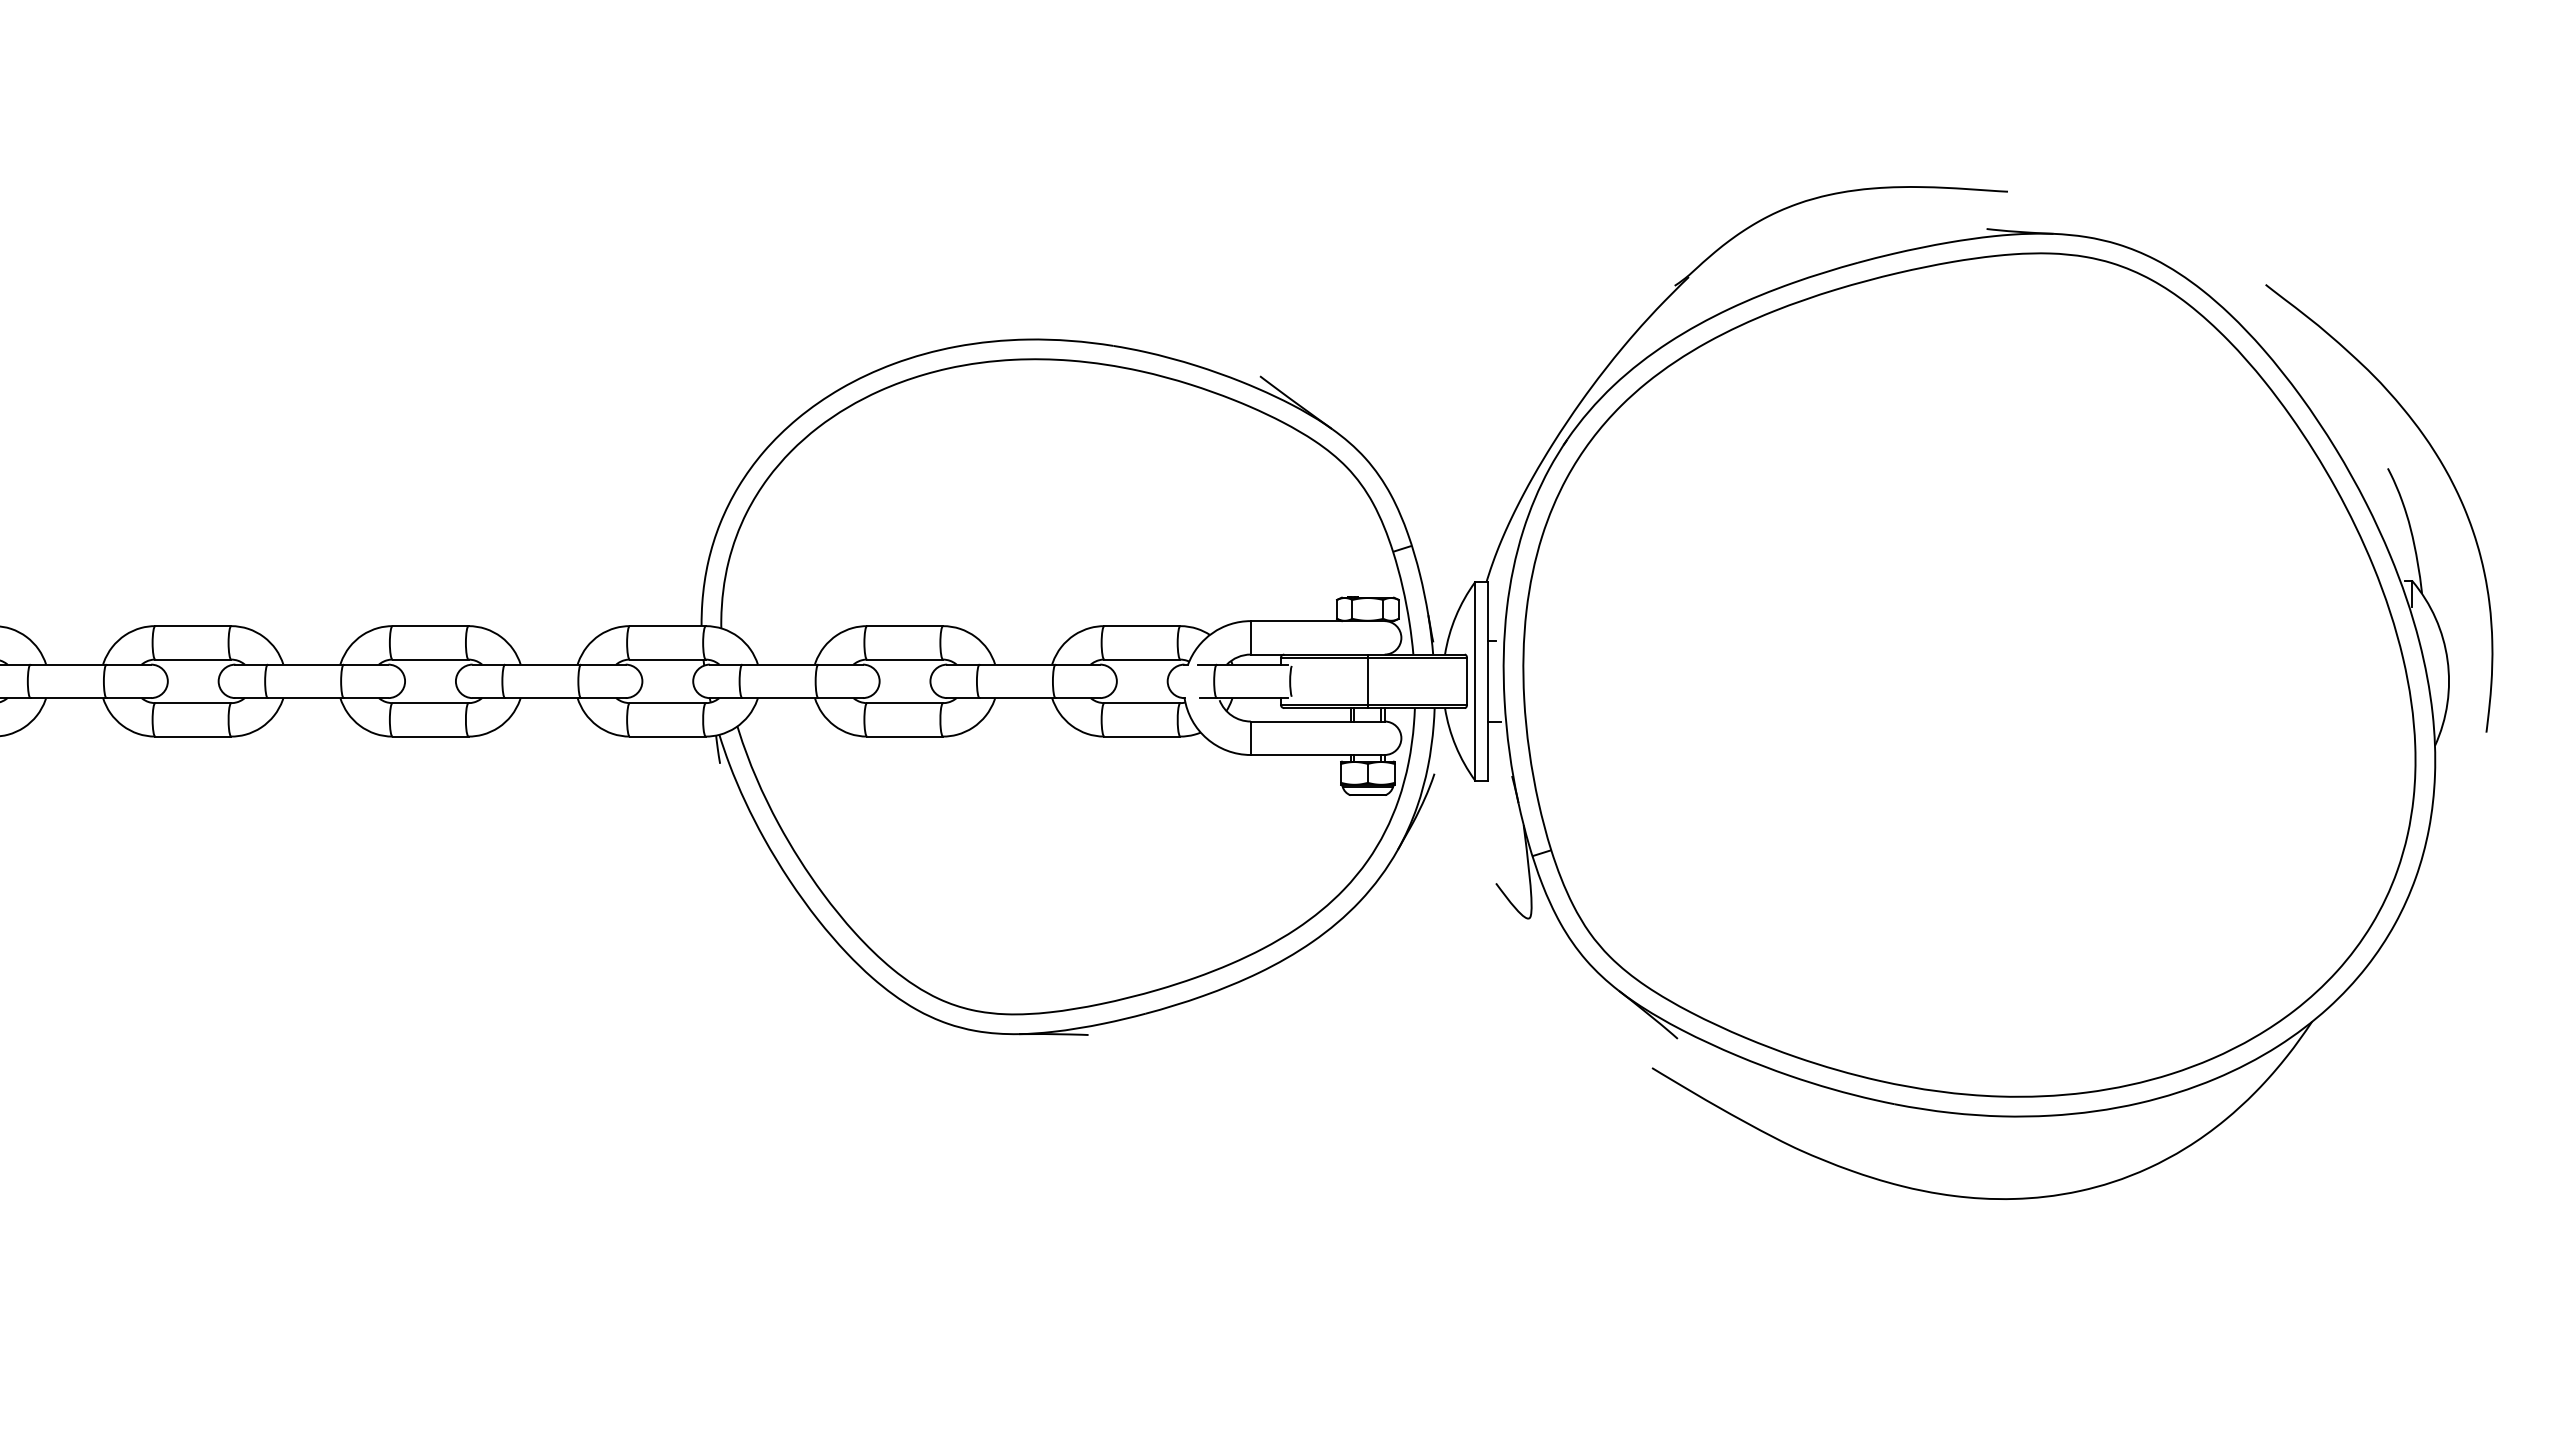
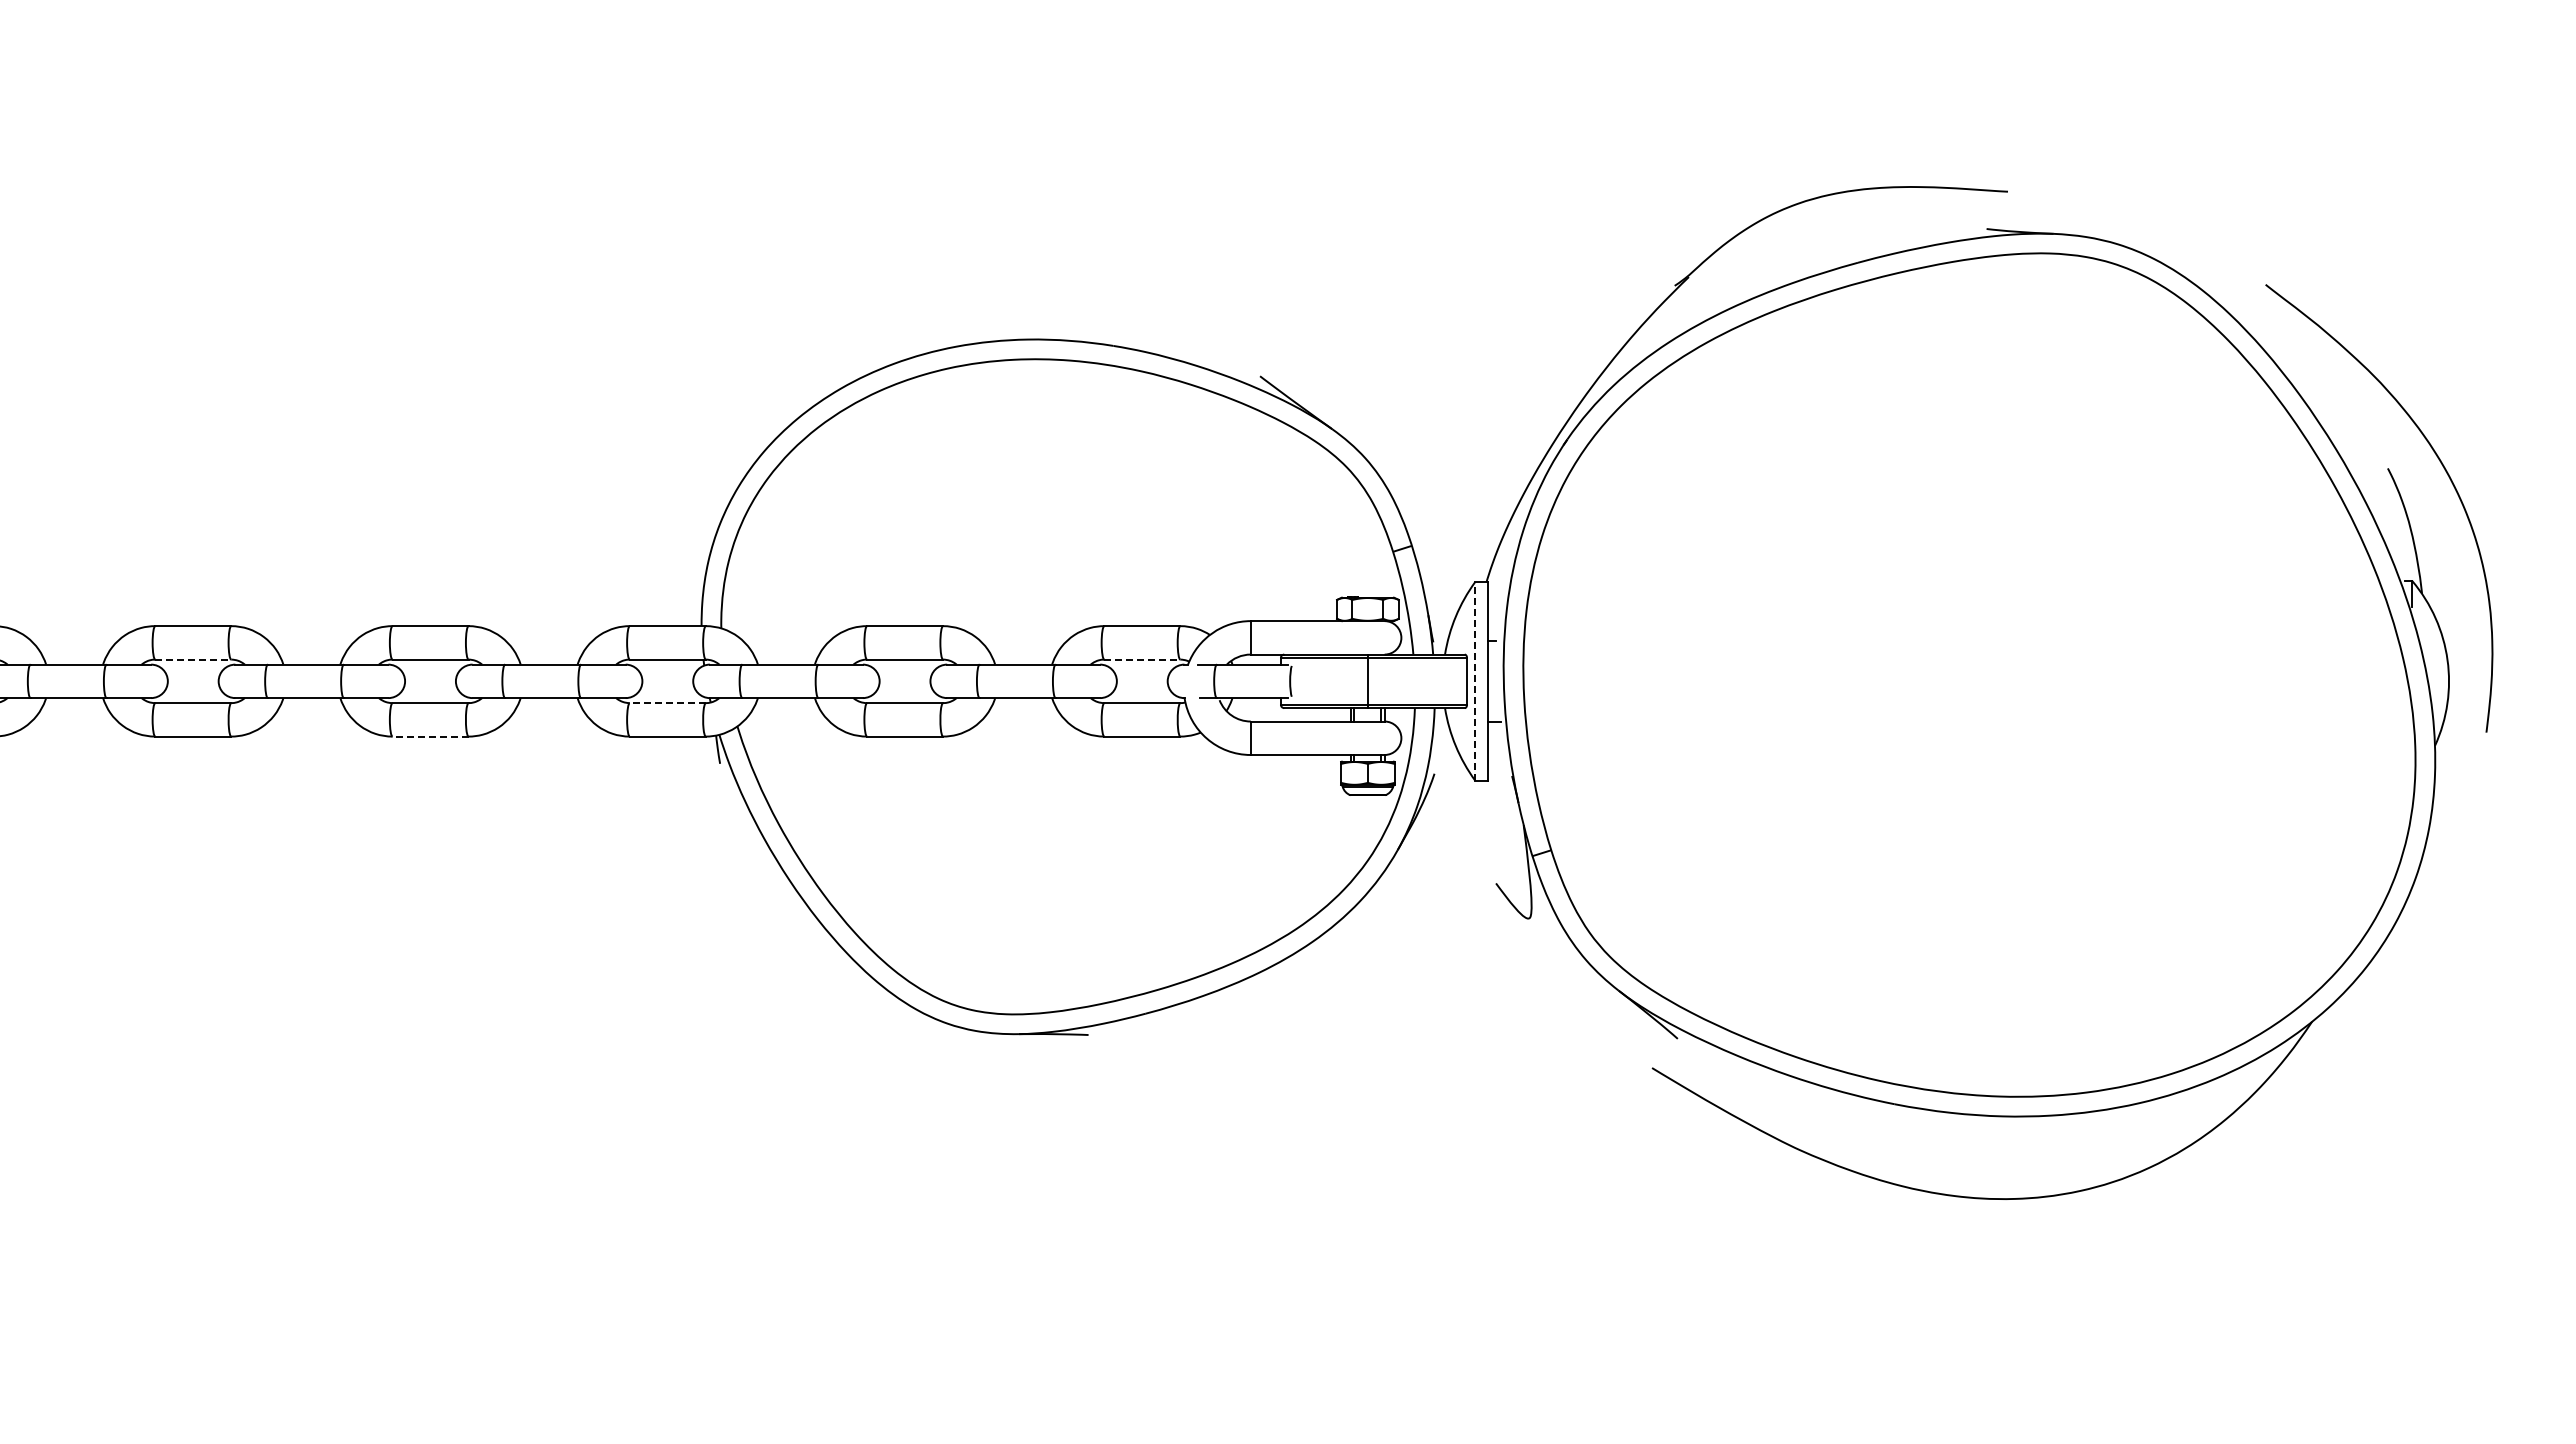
line at (193, 659): solid -> dashed
line at (1142, 659): solid -> dashed
line at (1475, 680): solid -> dashed
line at (667, 703): solid -> dashed
line at (430, 736): solid -> dashed
